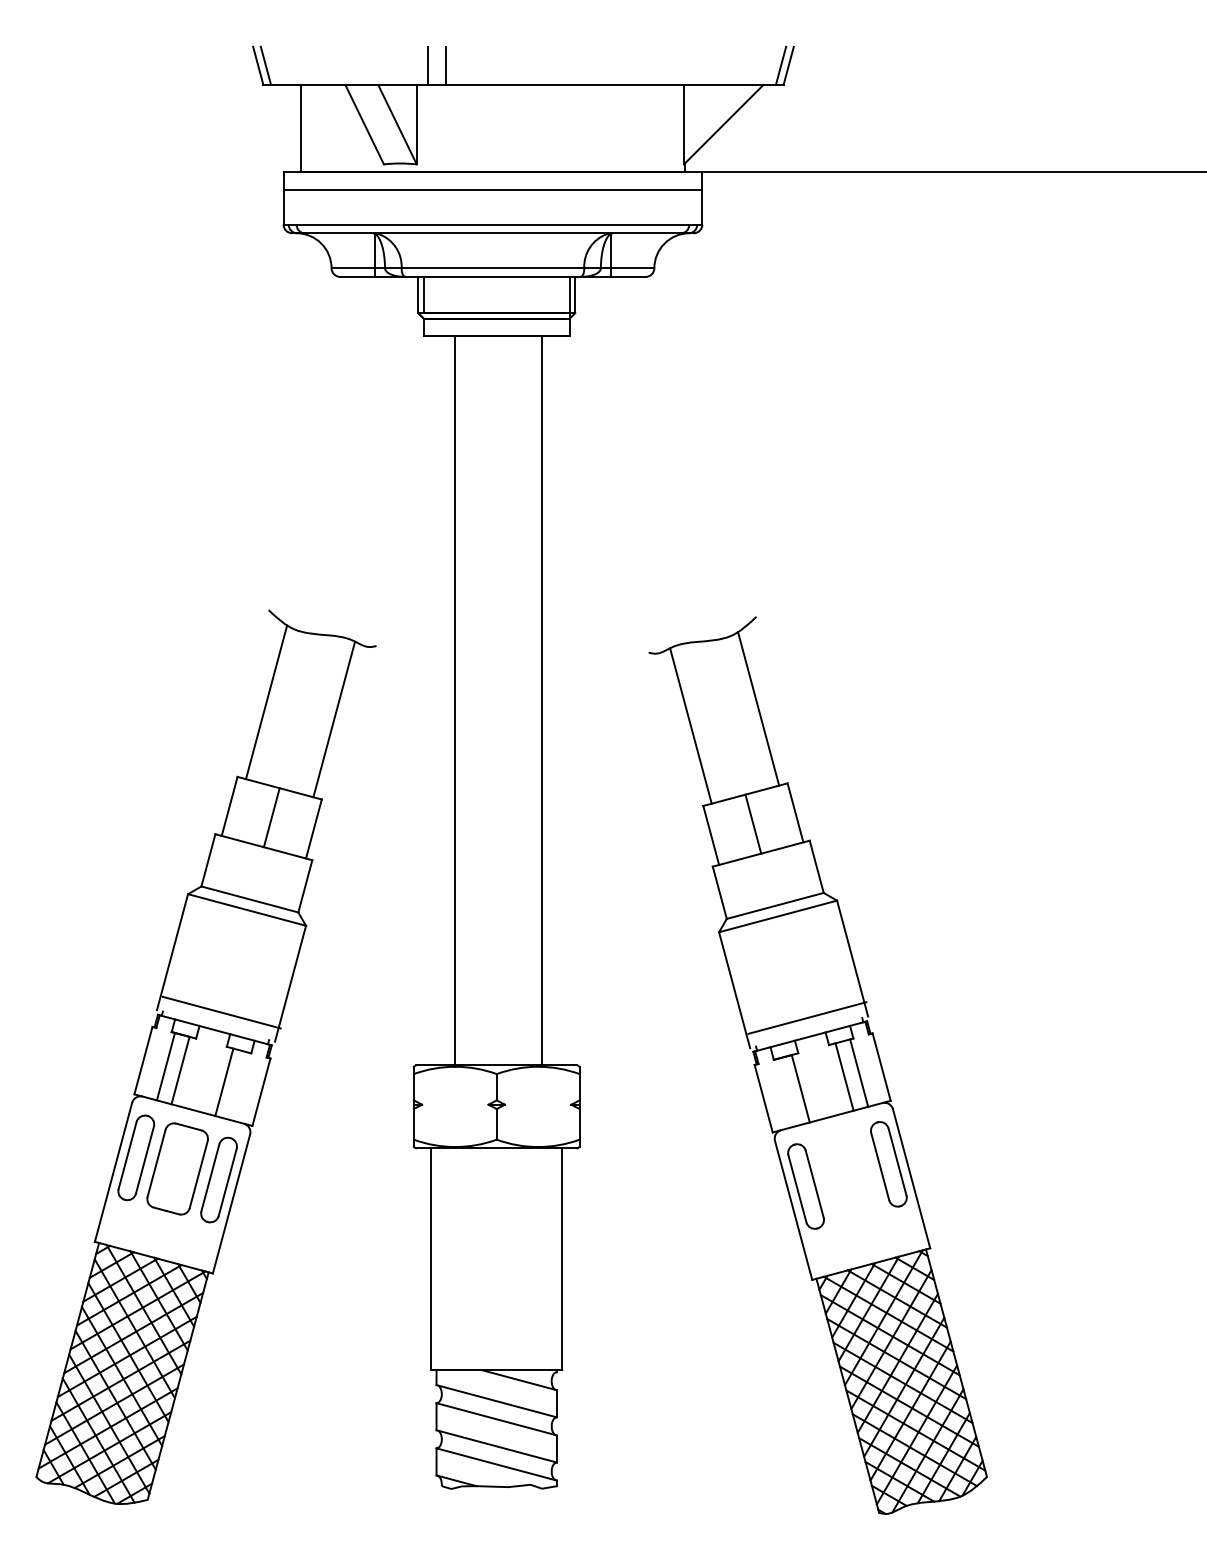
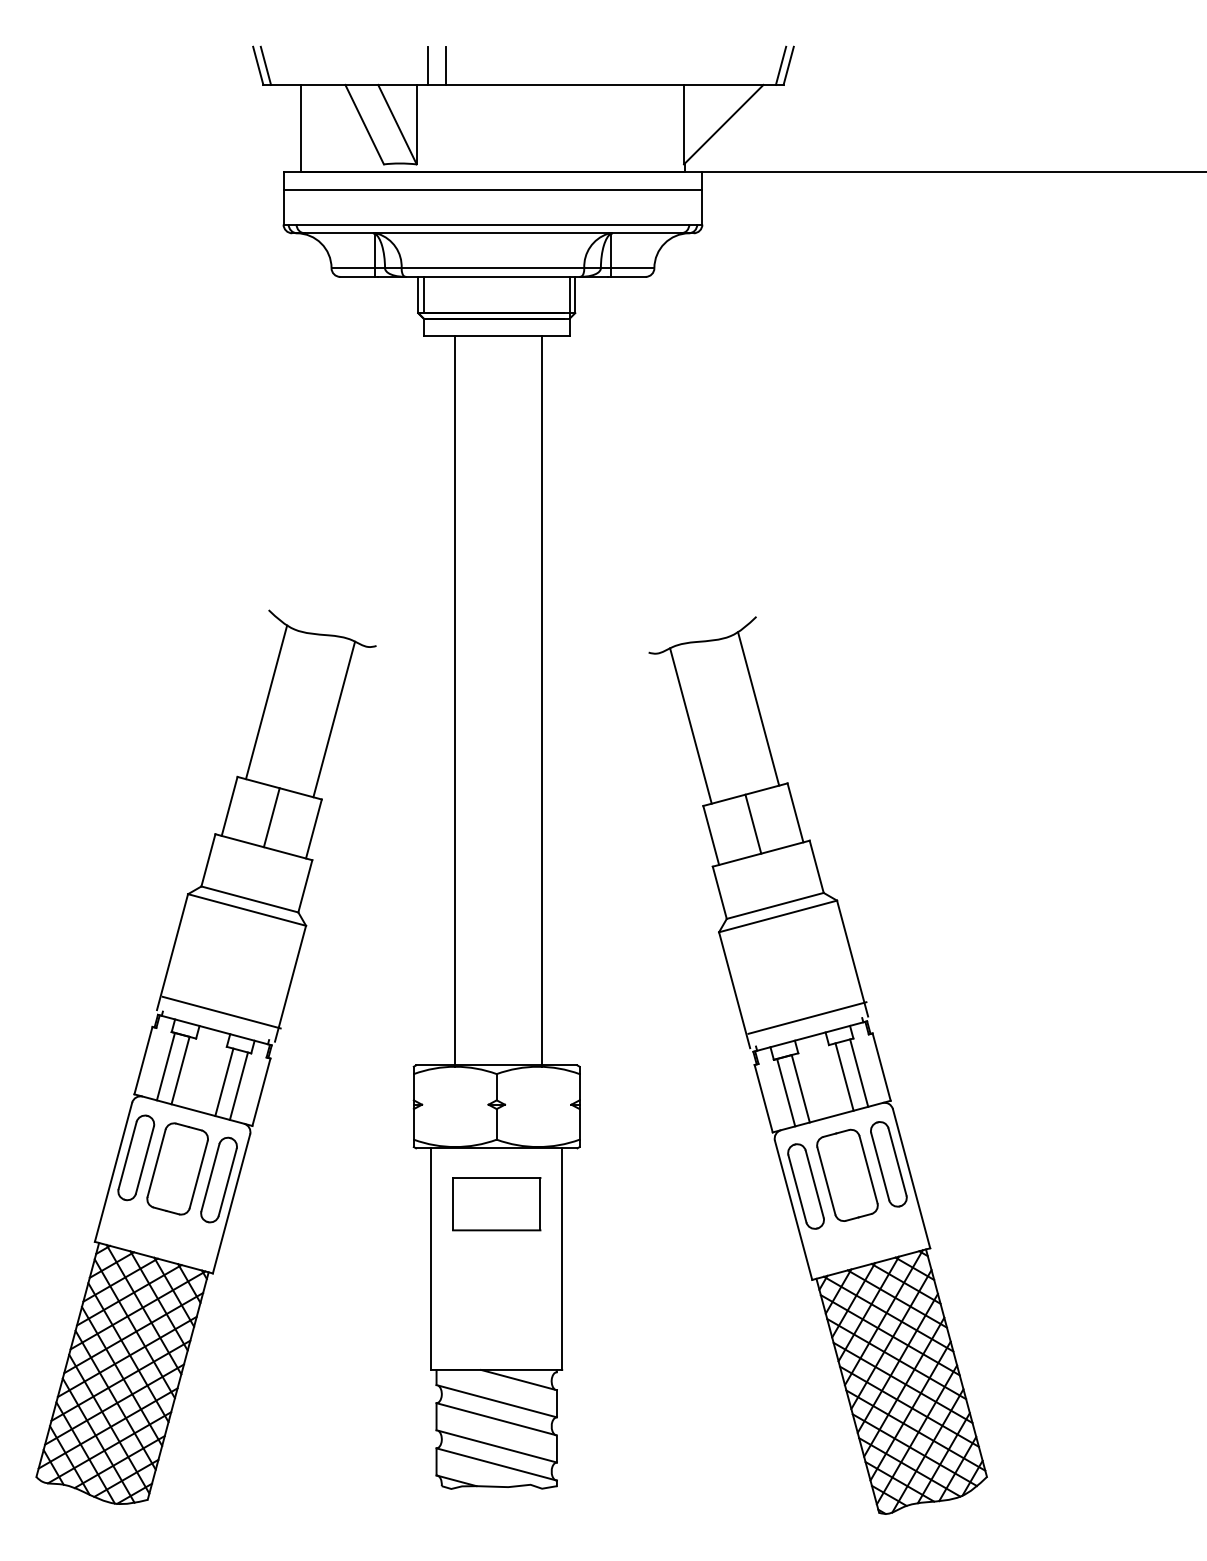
line at (238, 1085): none -> present
line at (786, 1092): none -> present
part at (847, 1174): none -> present
part at (496, 1204): none -> present
